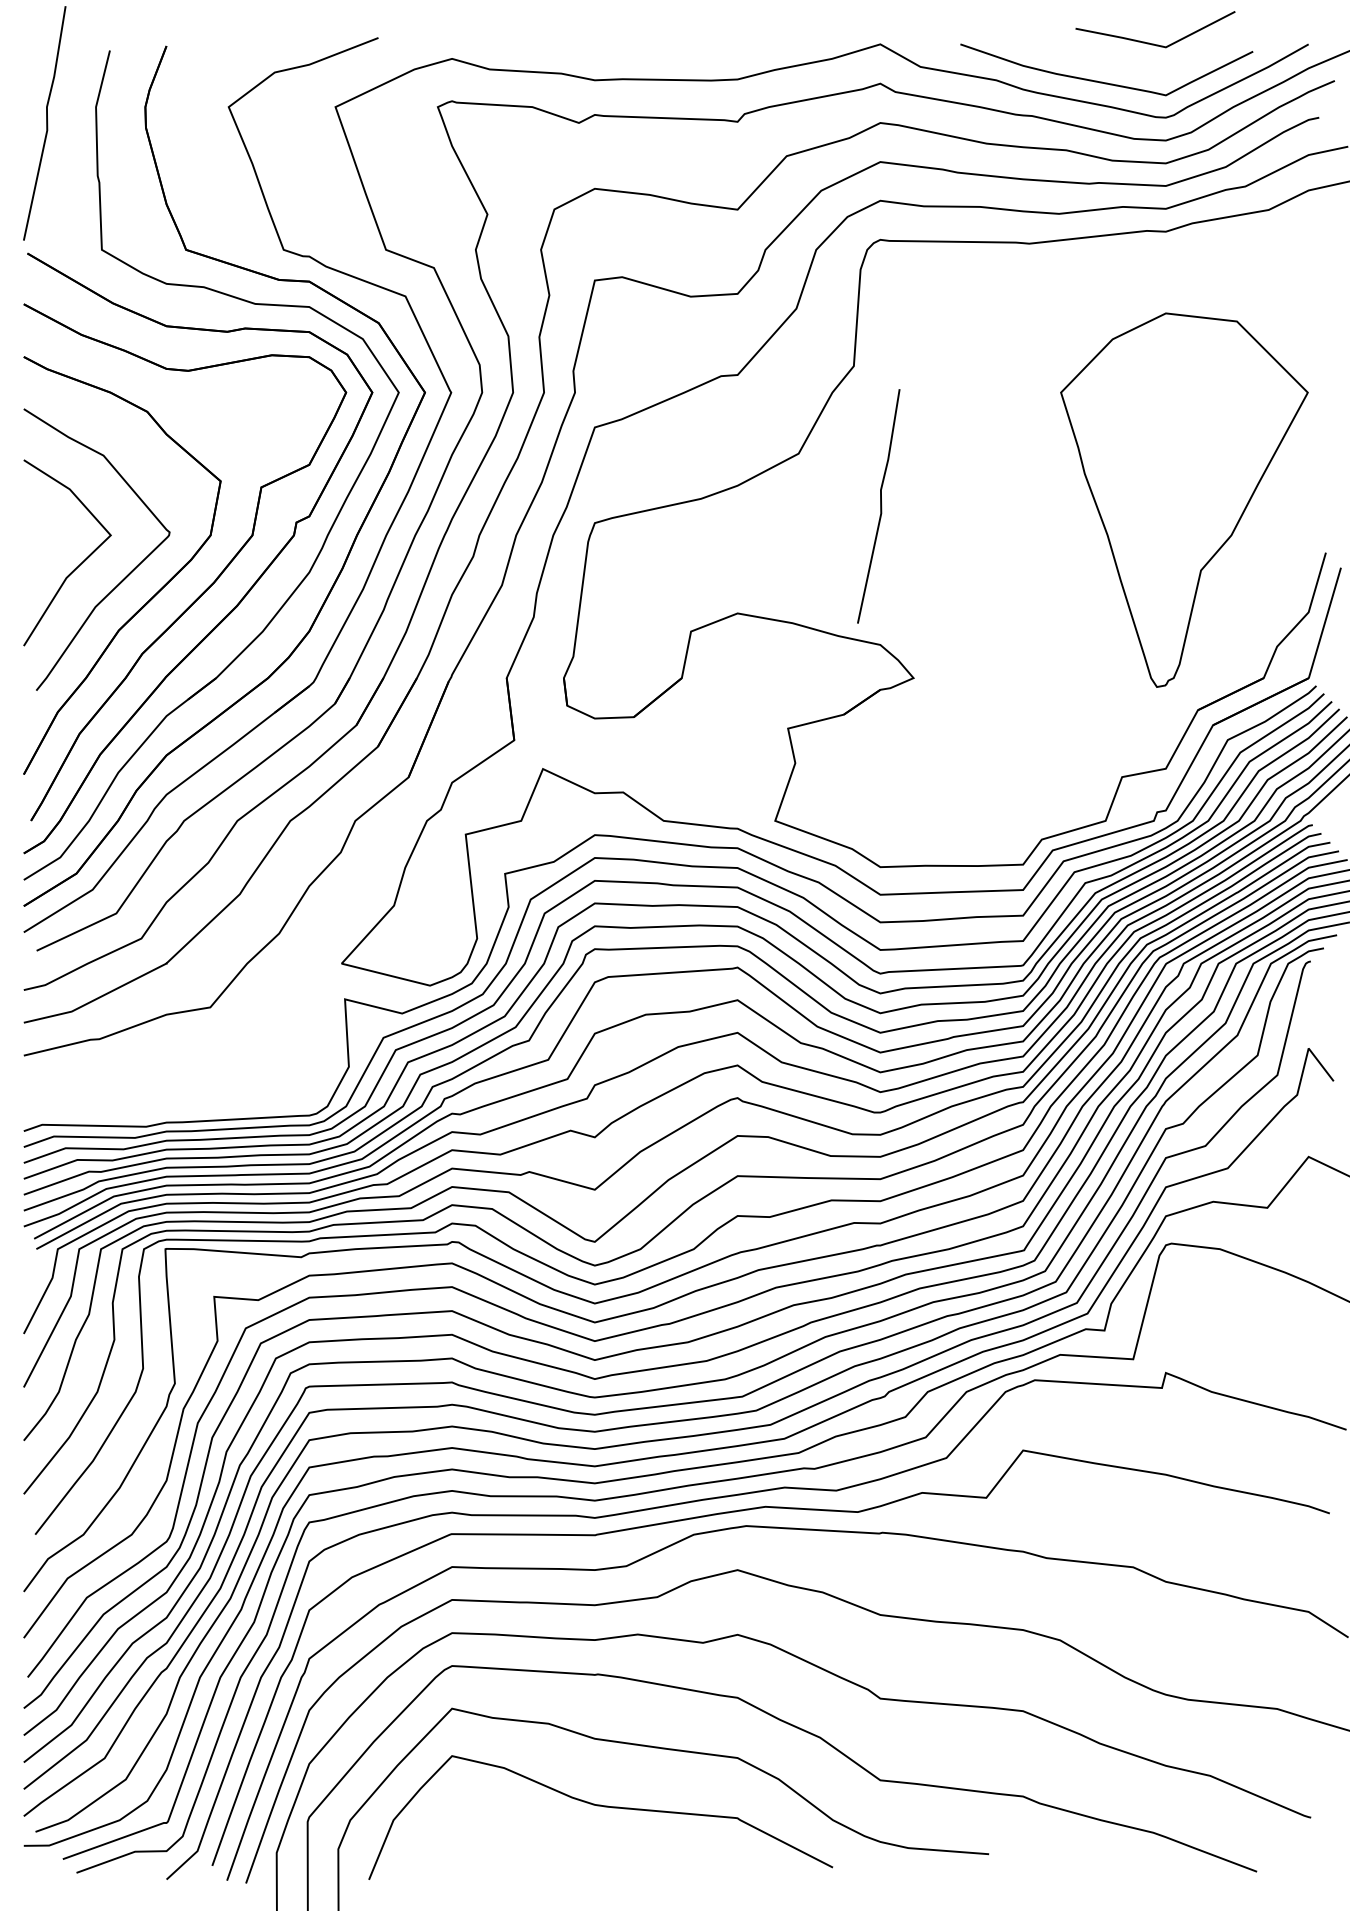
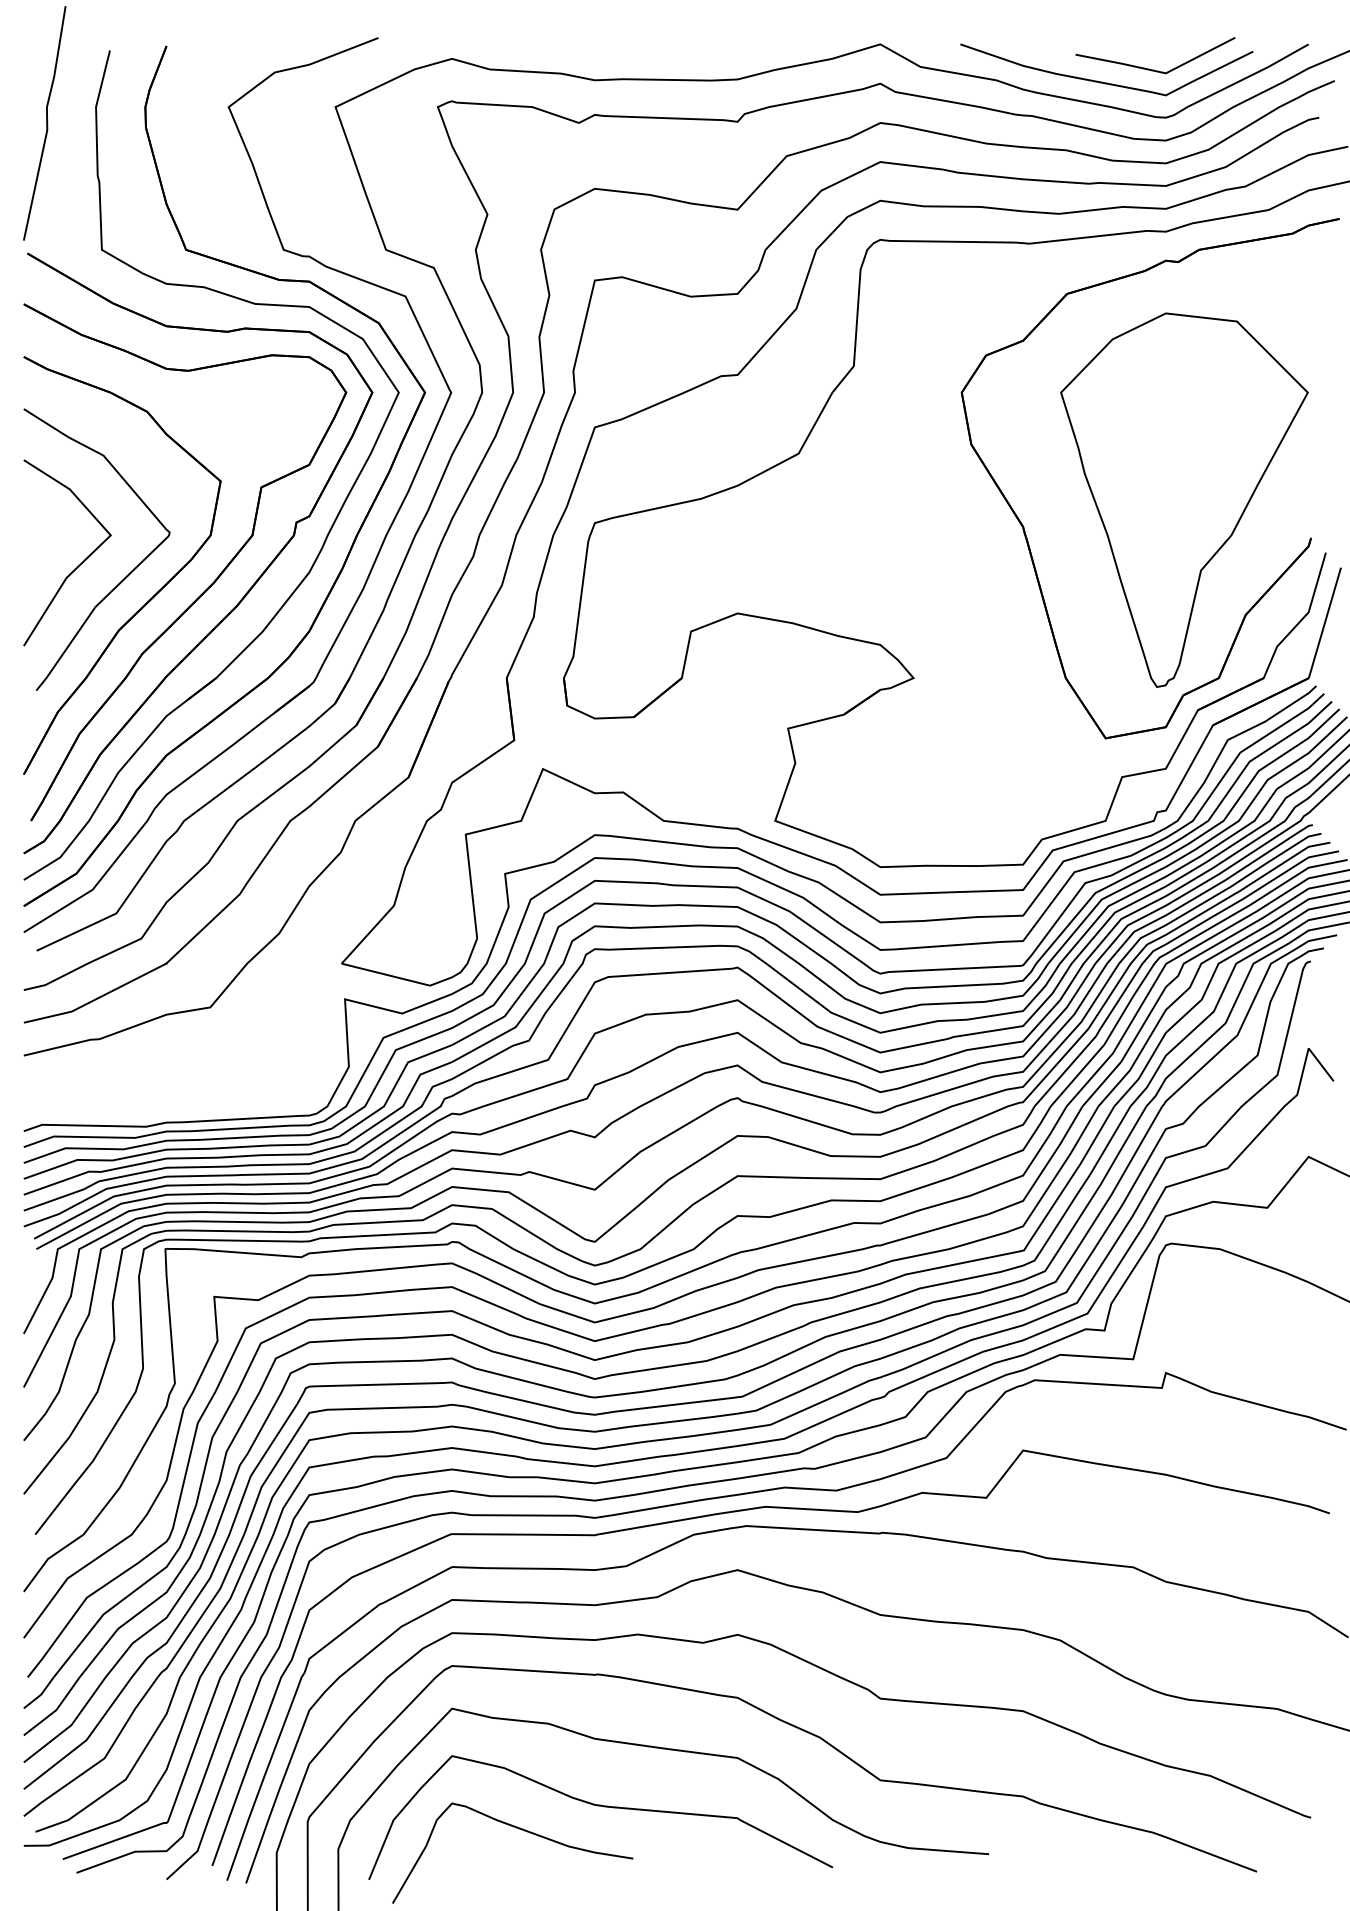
line at (1154, 43) position: (1154, 43) -> (1154, 69)
line at (880, 506): present -> none
part at (1024, 527): none -> present
curve at (521, 1830): none -> present
